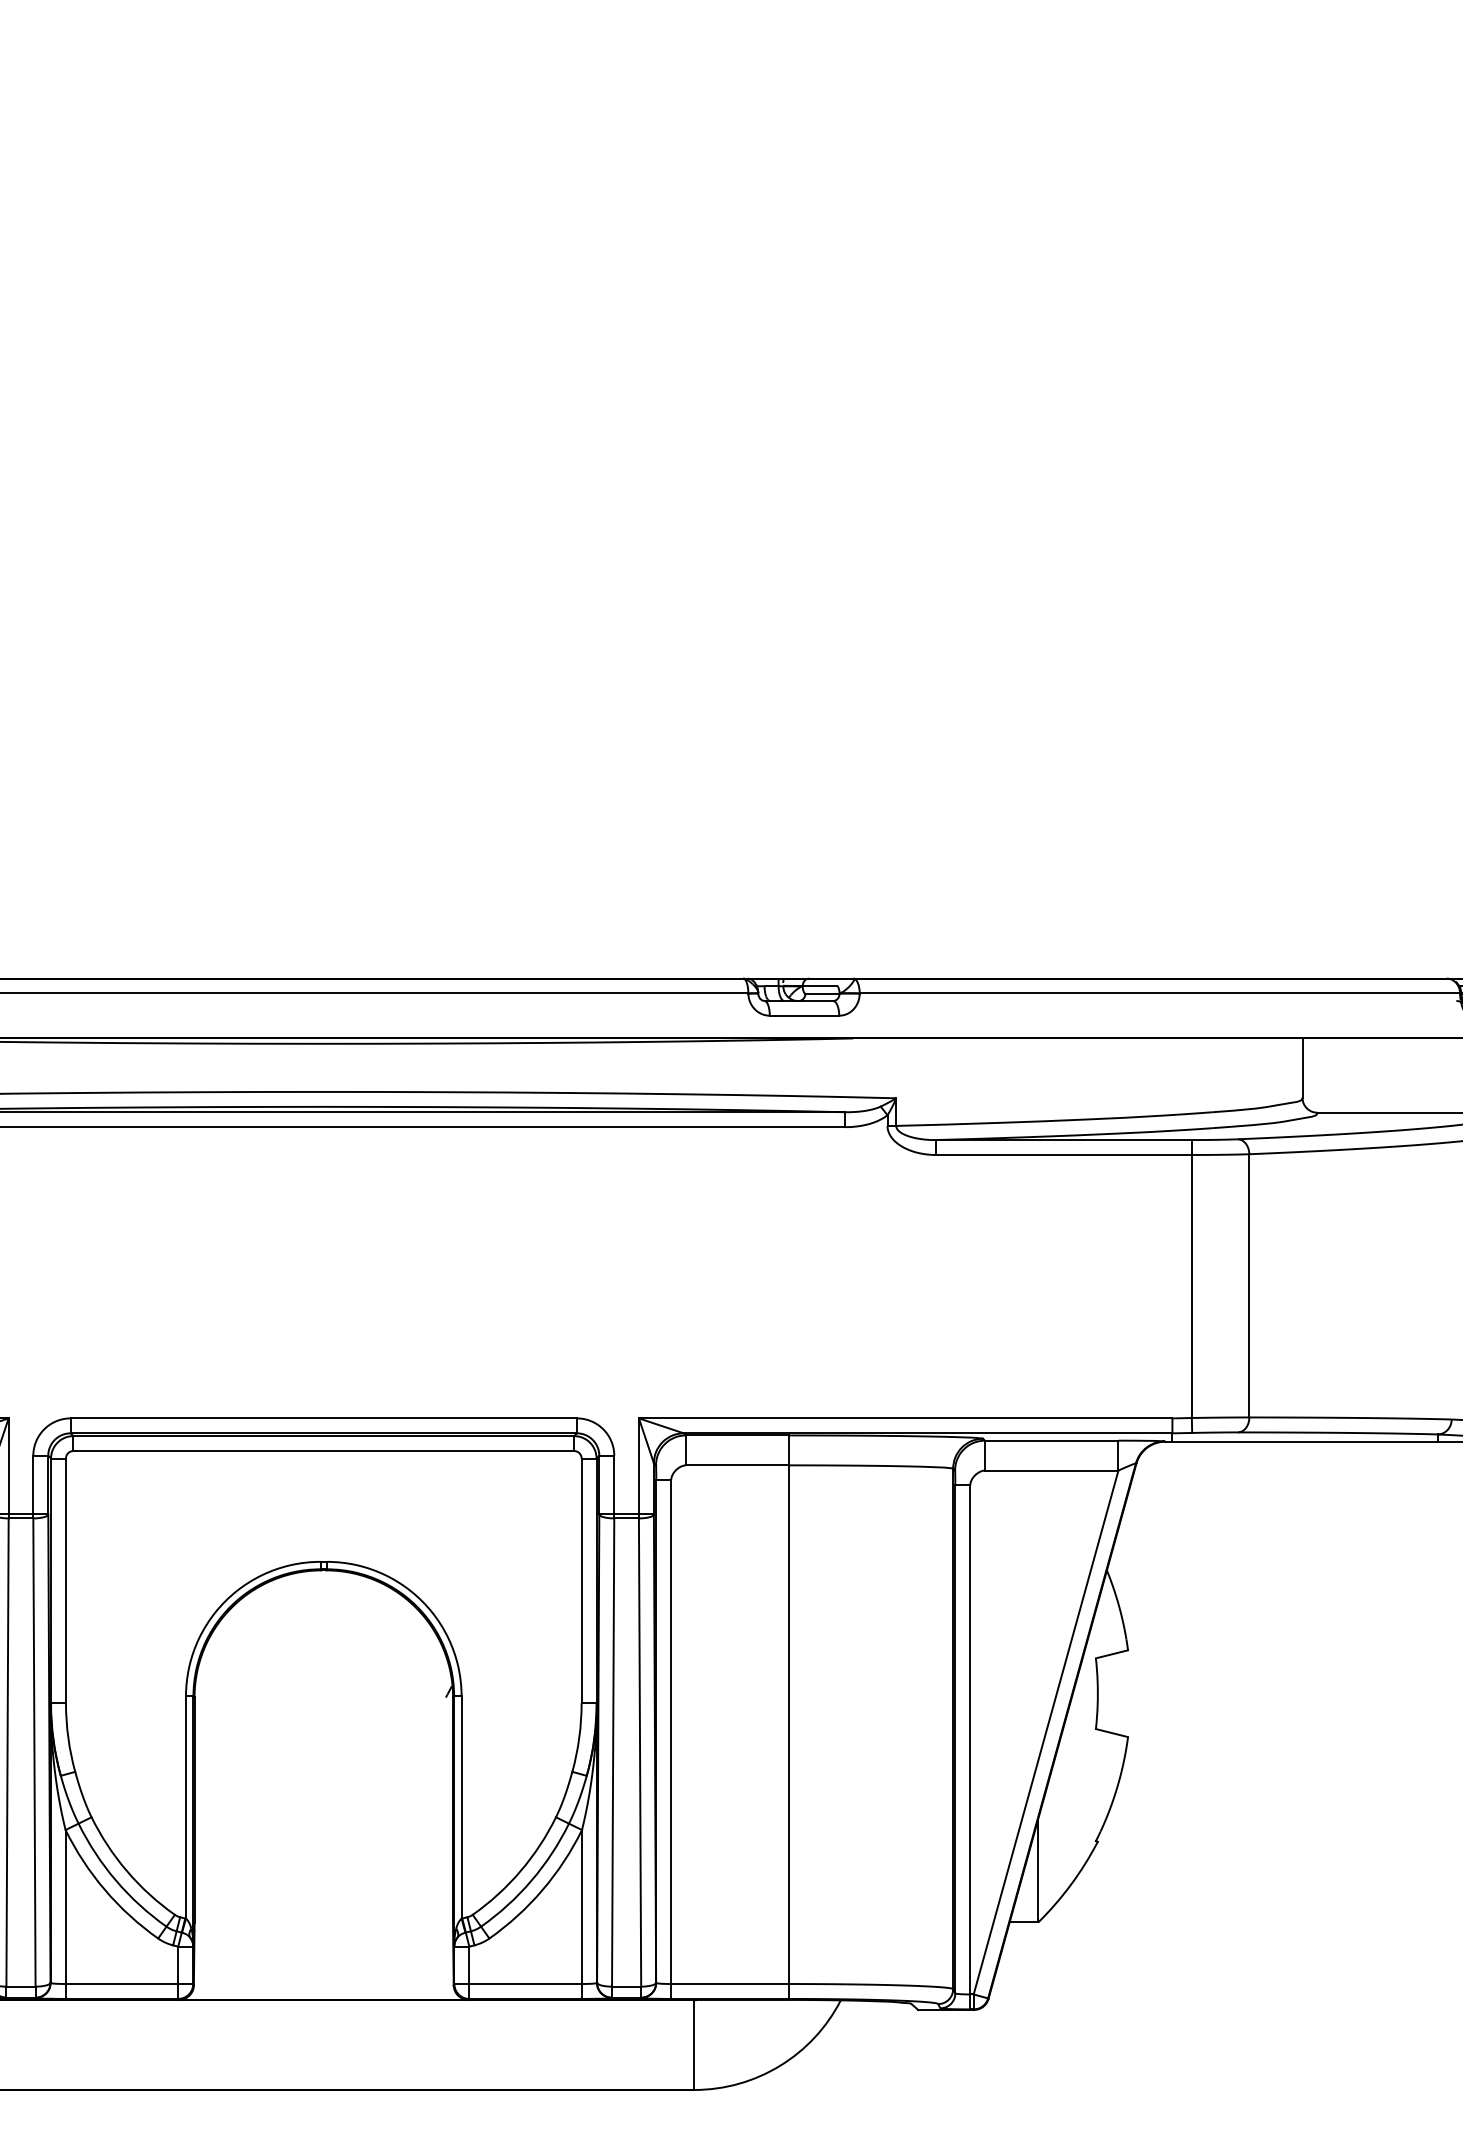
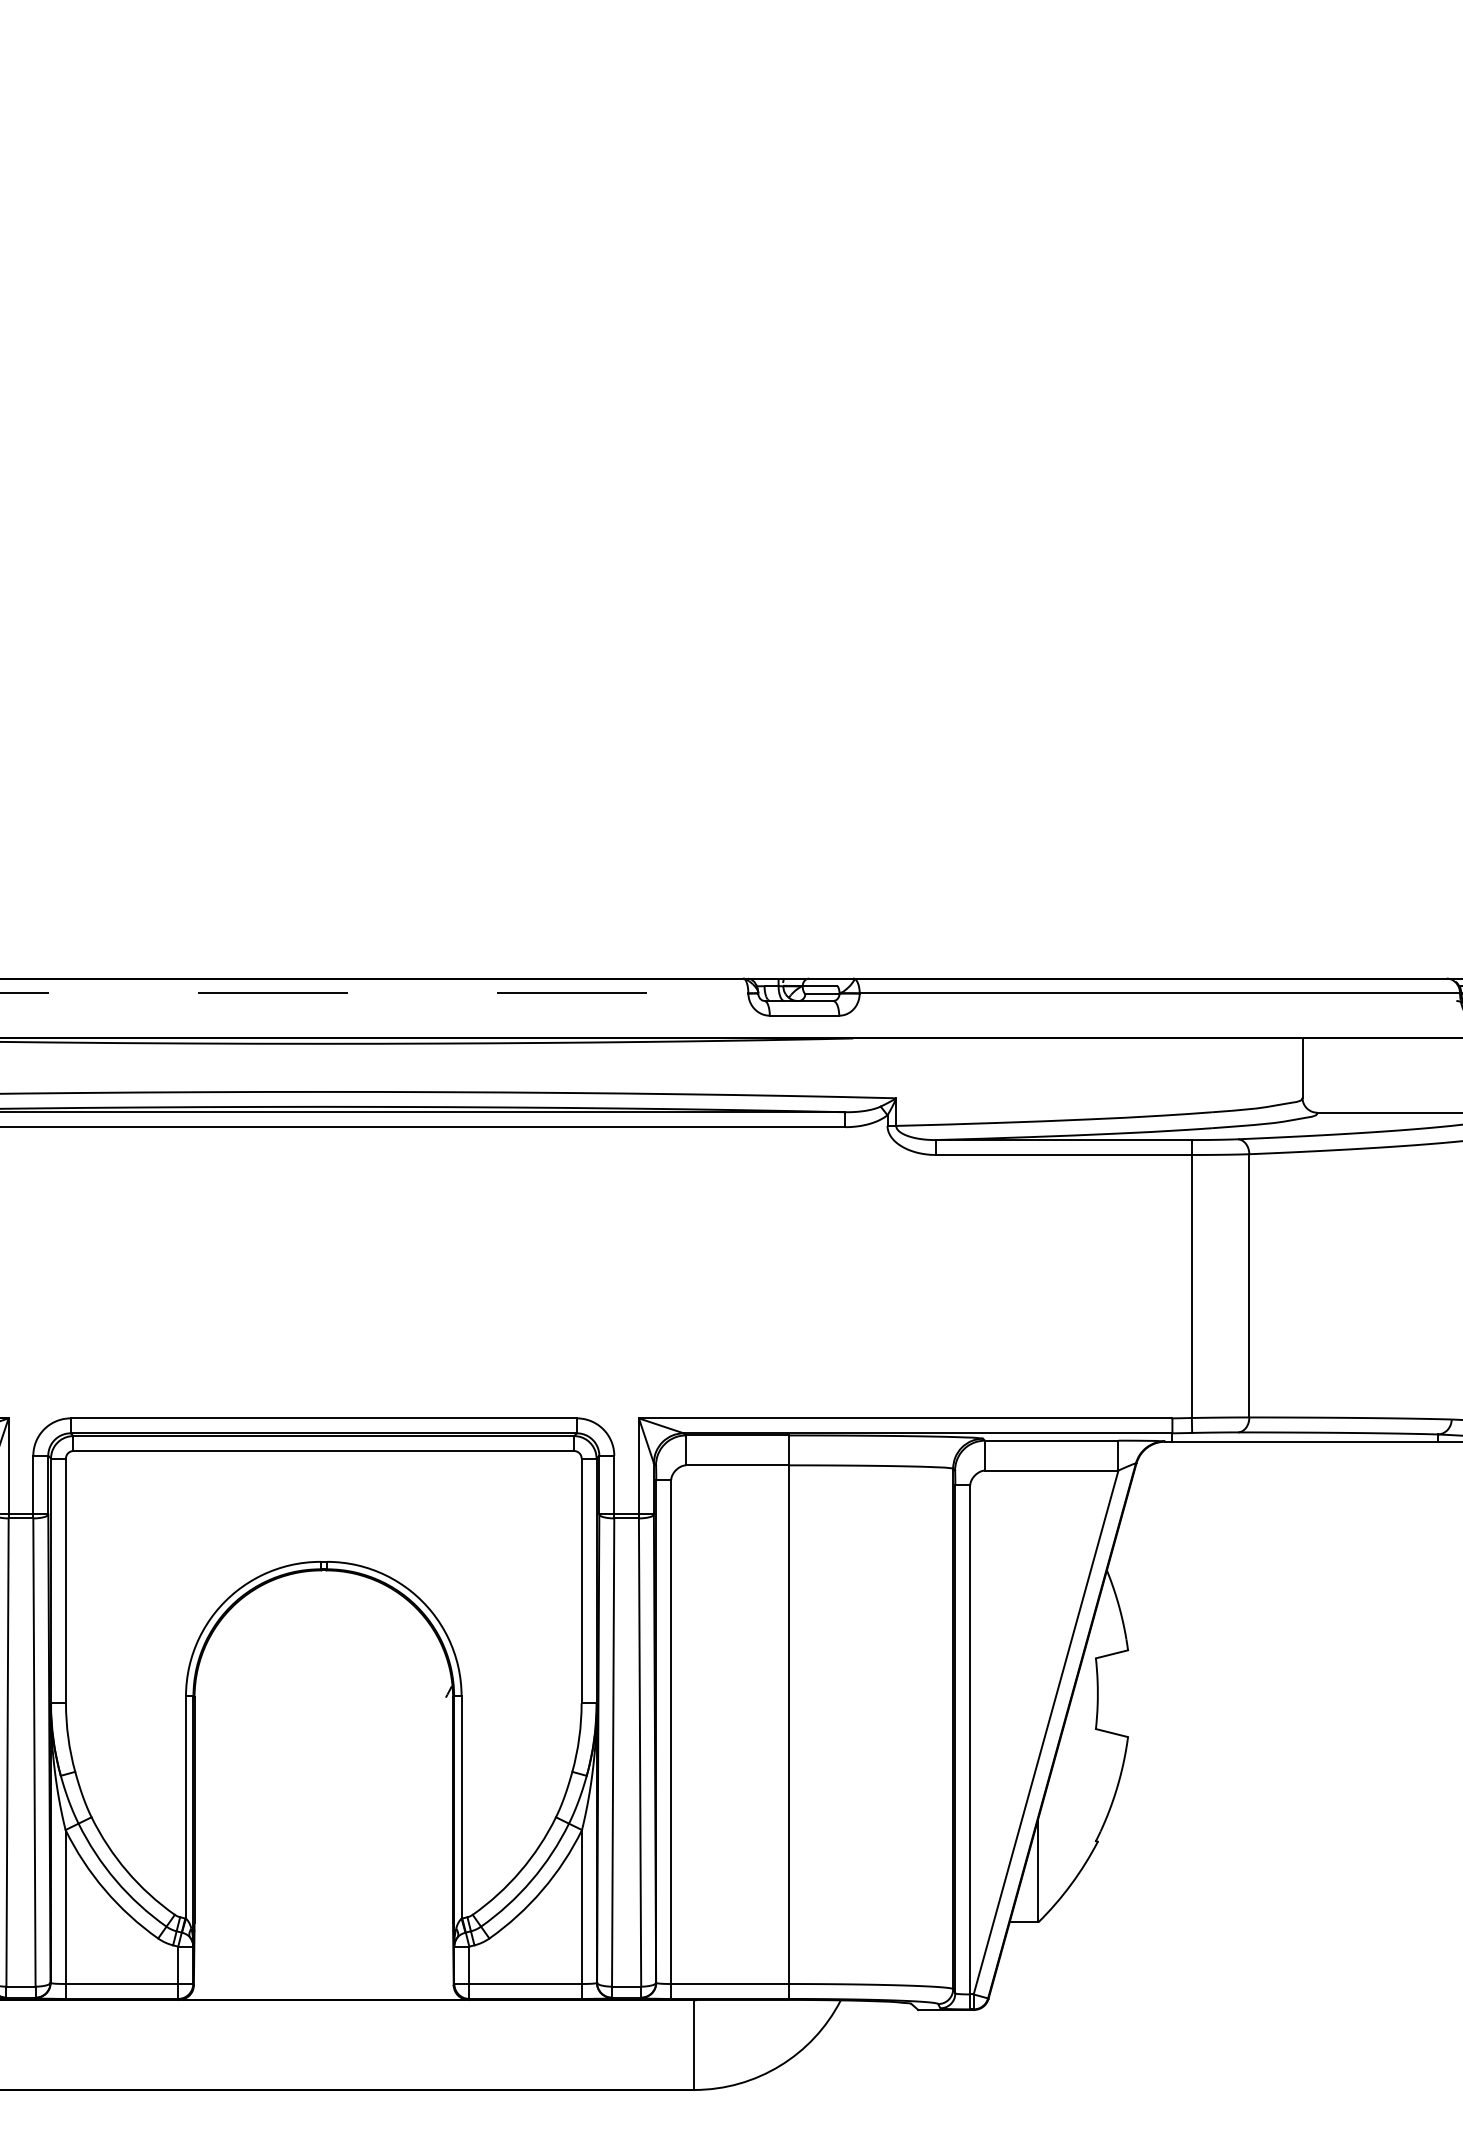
line at (374, 993): solid -> dashed
